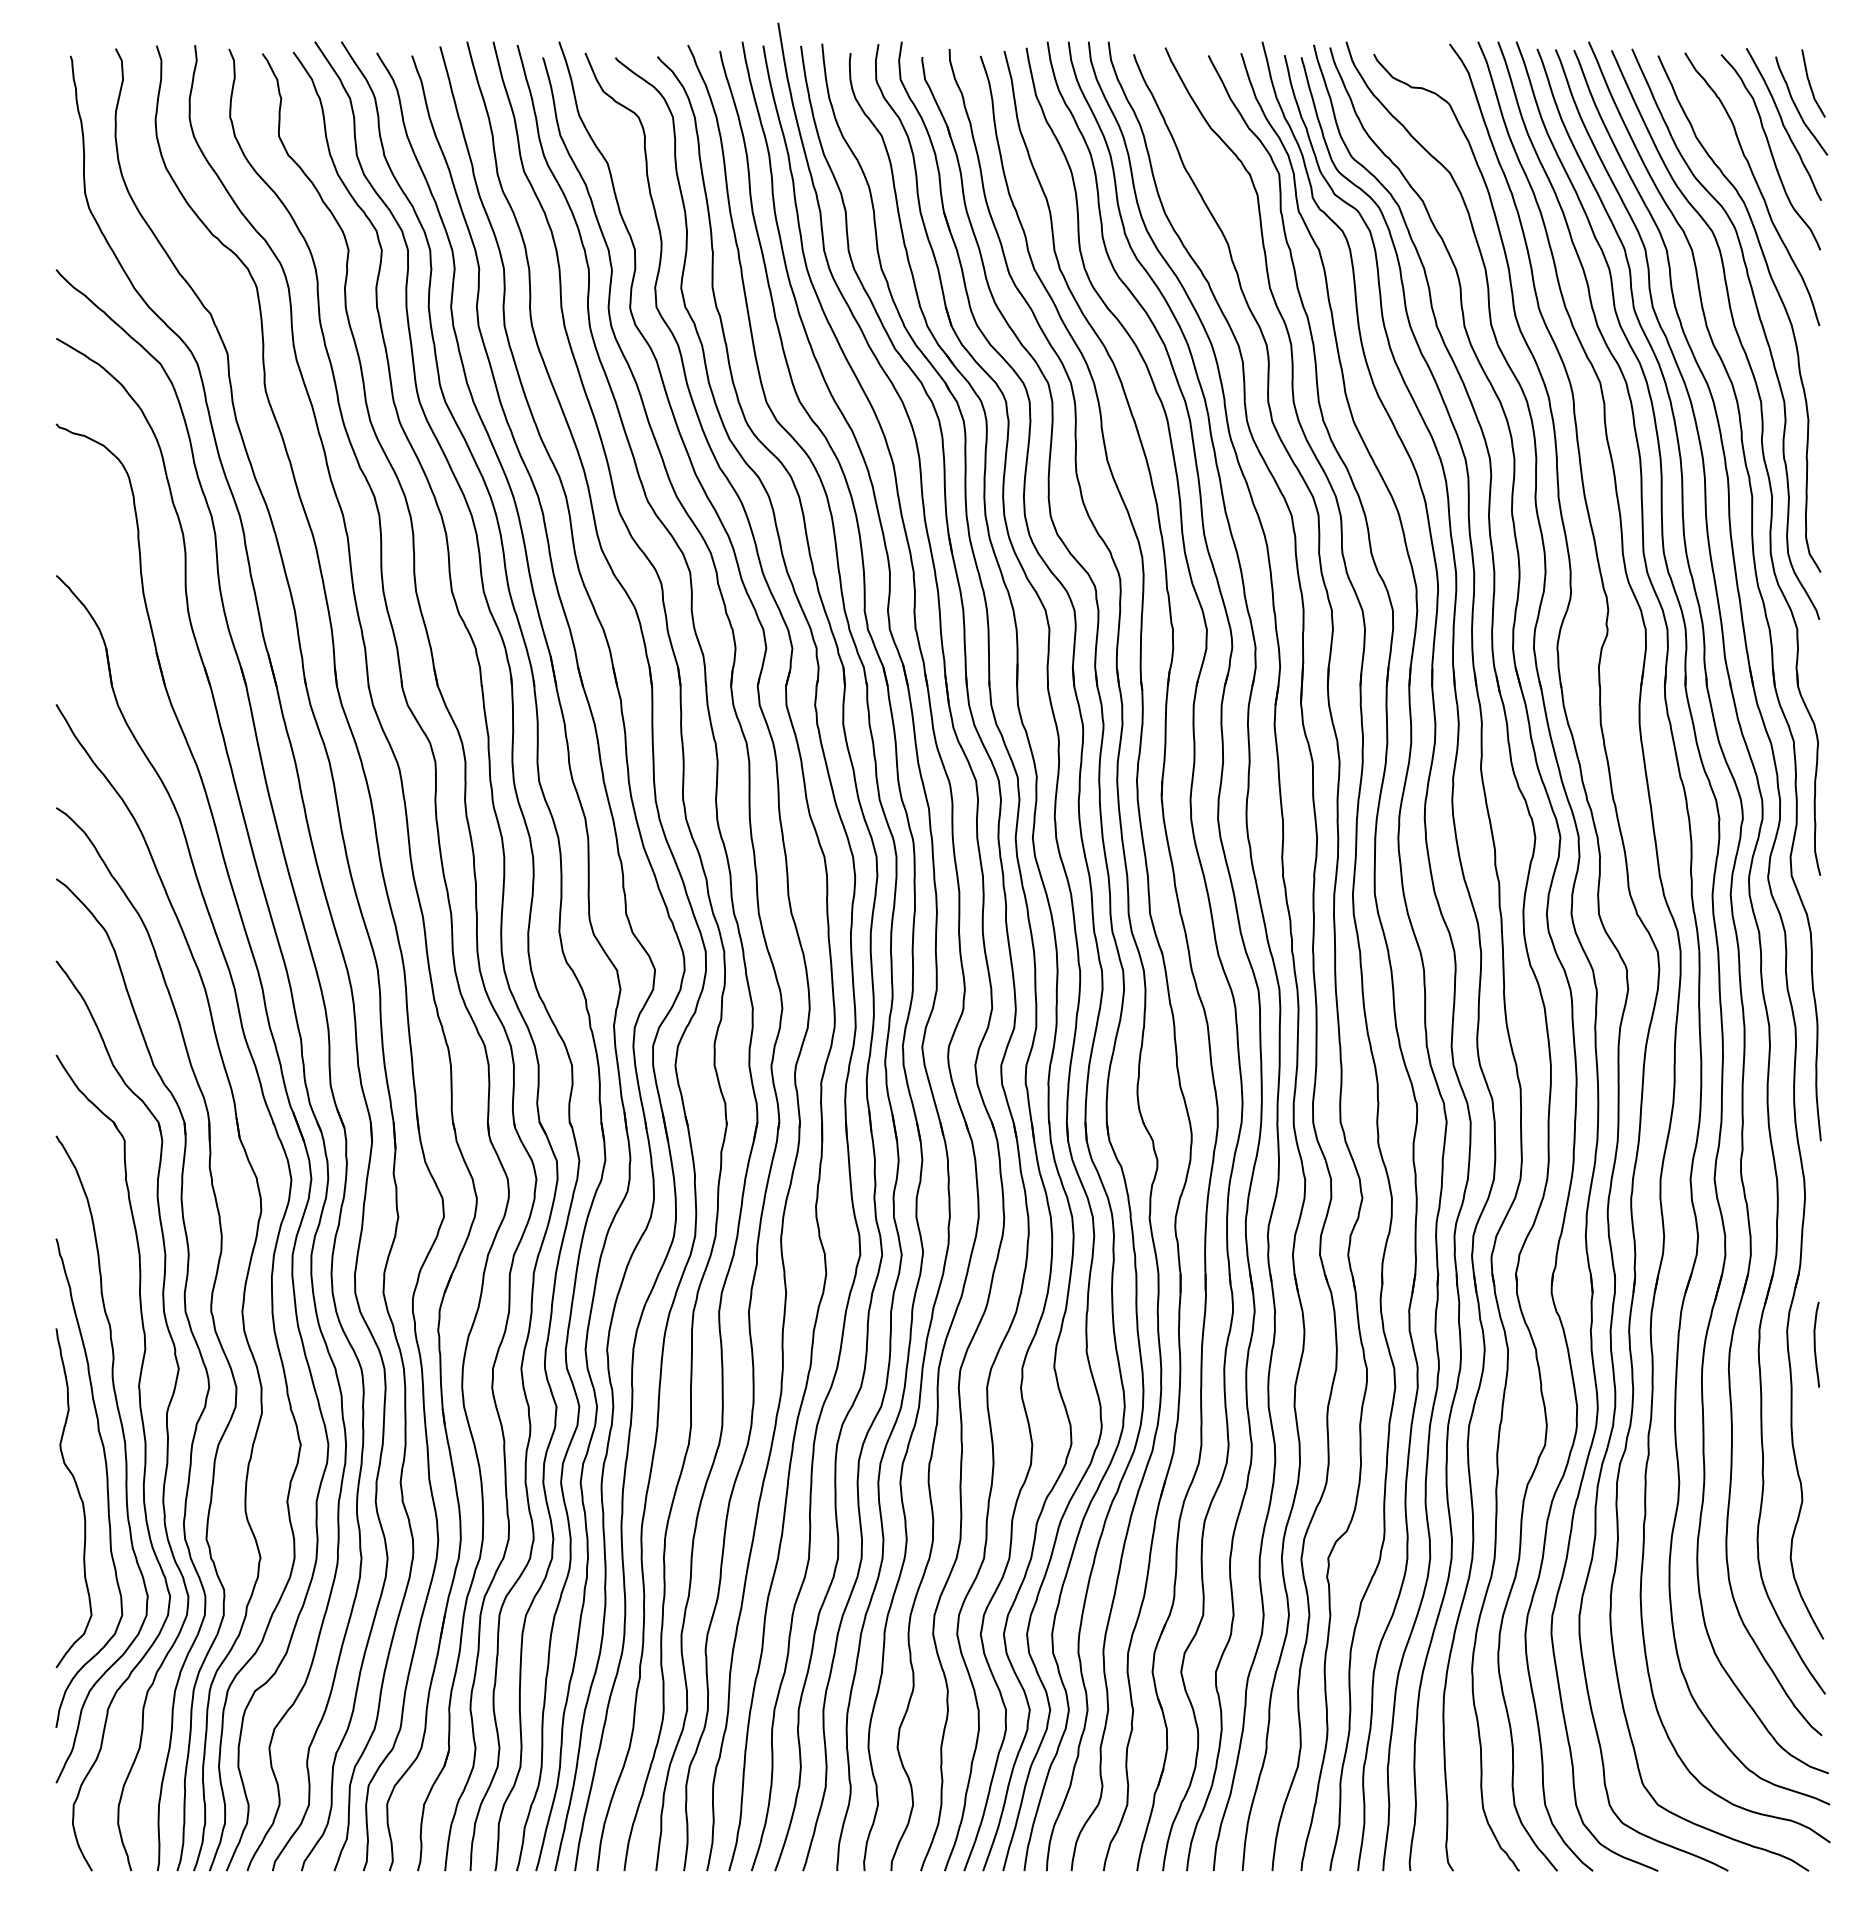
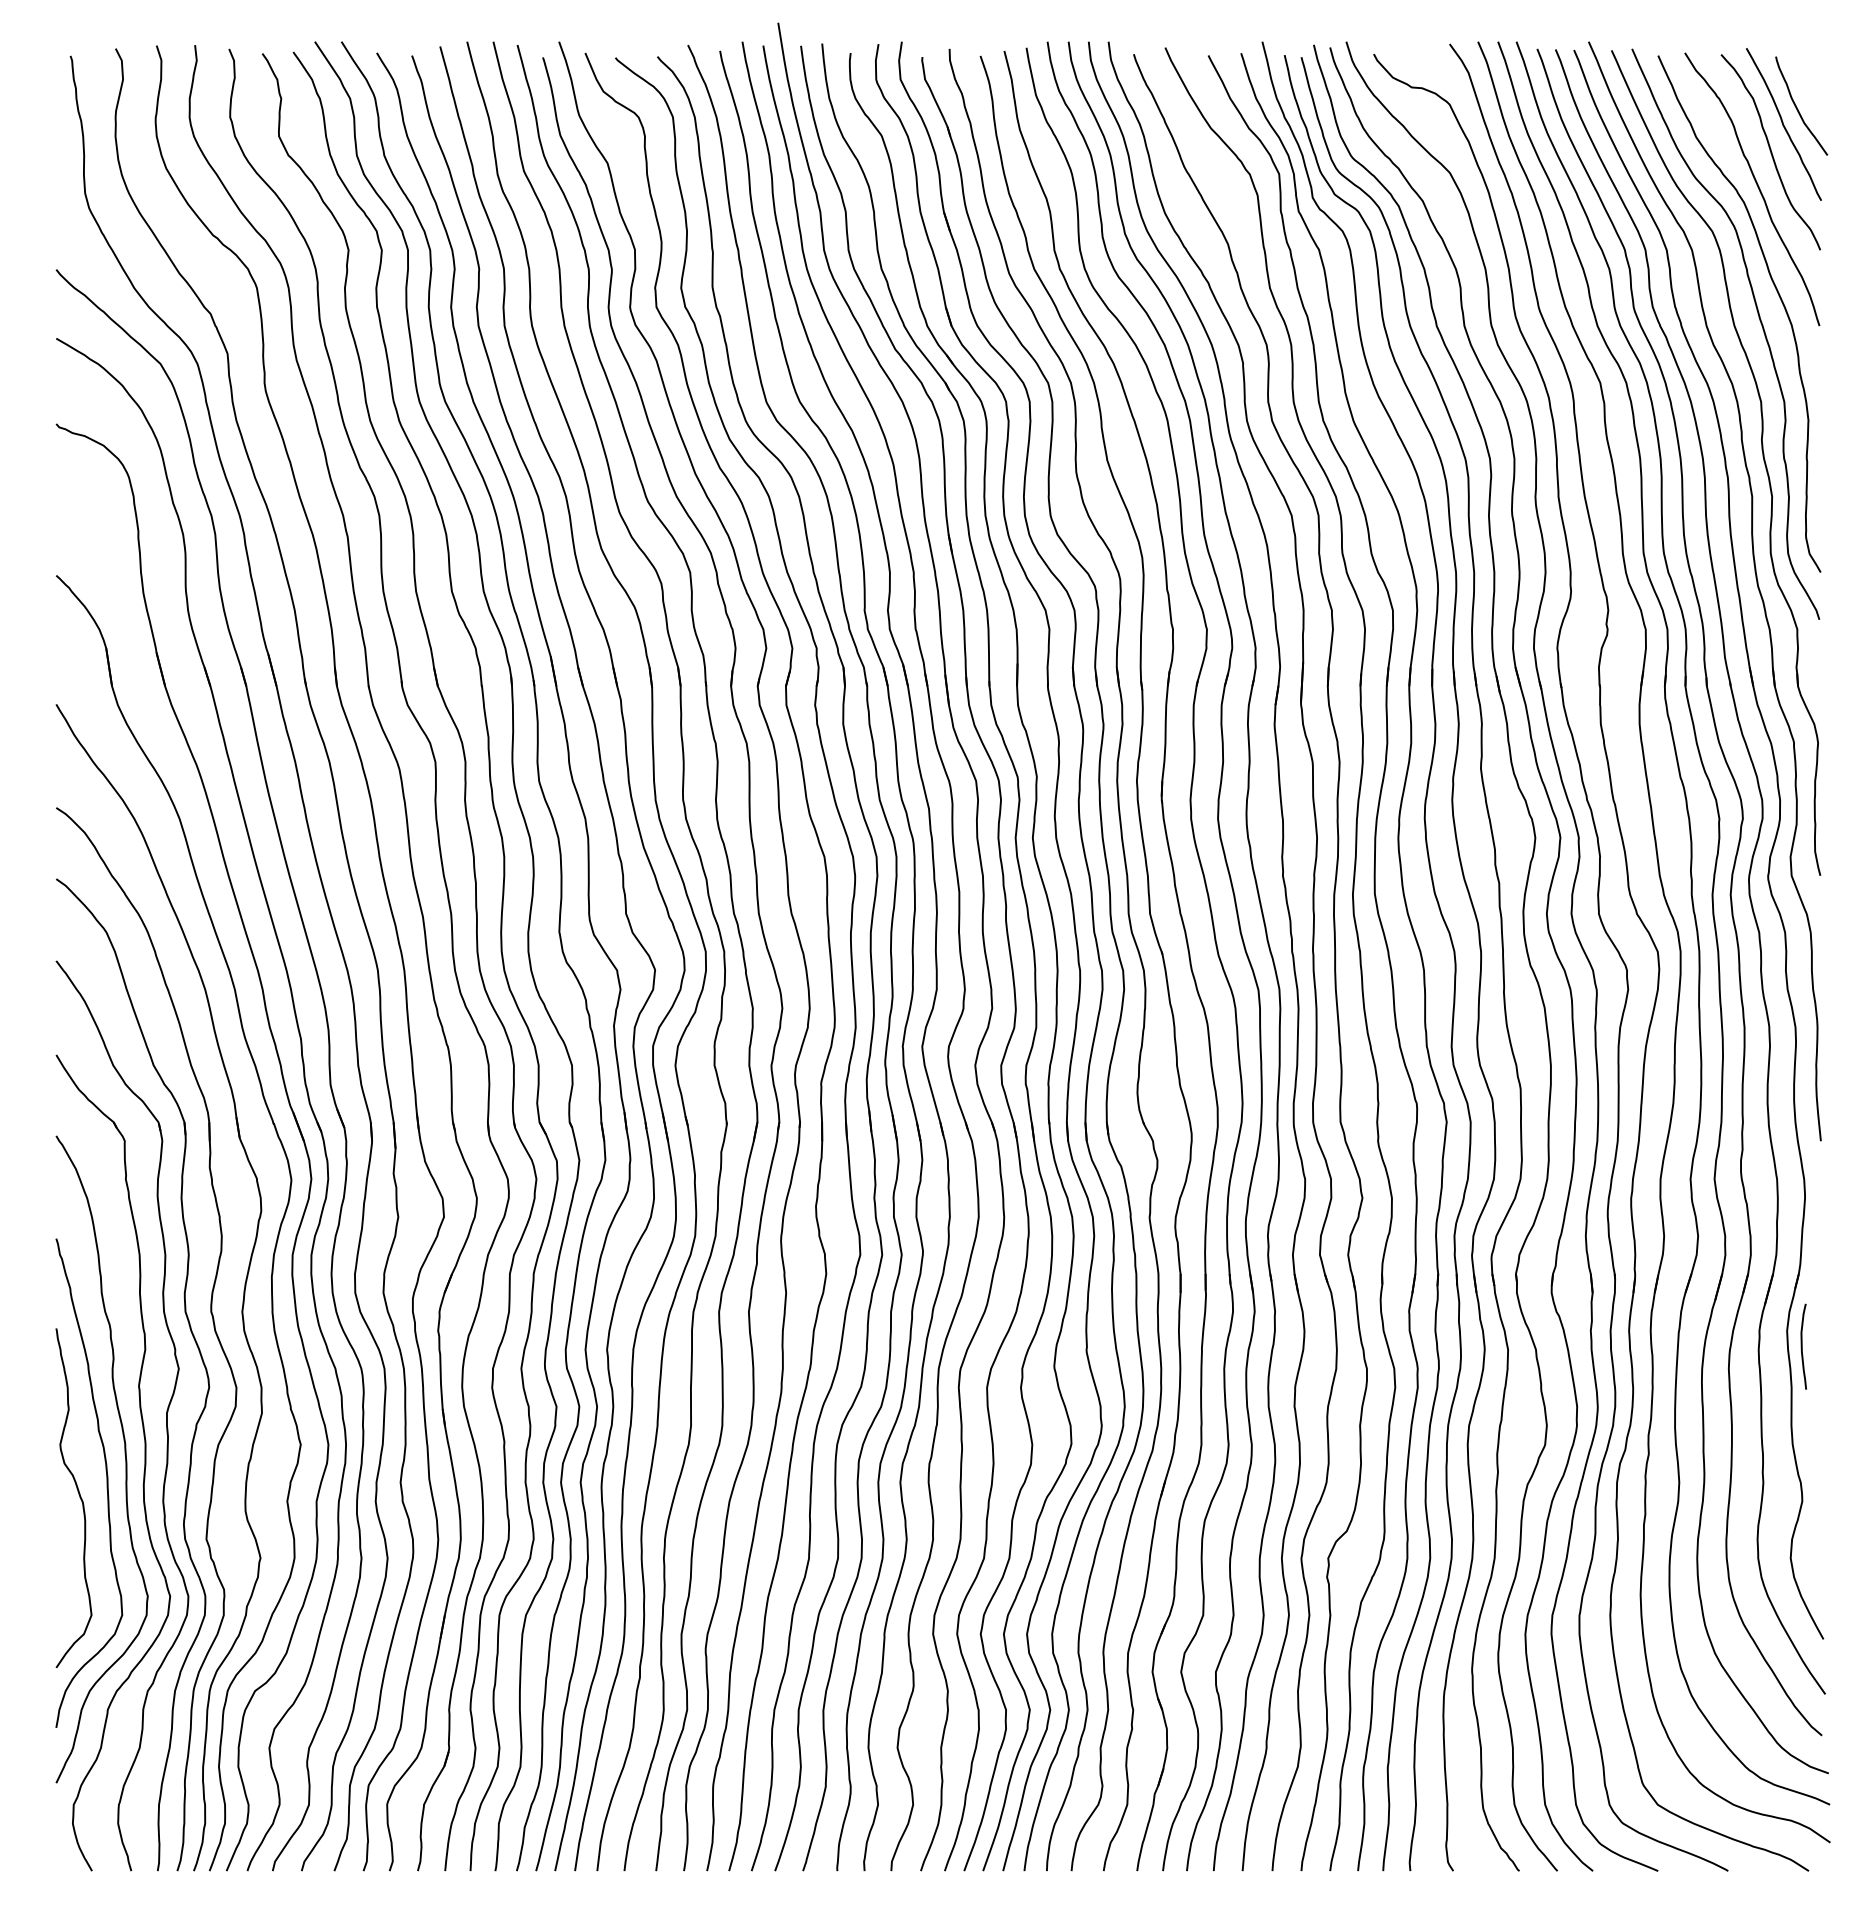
curve at (1811, 85): present -> none
curve at (1815, 1344) position: (1815, 1344) -> (1802, 1346)
